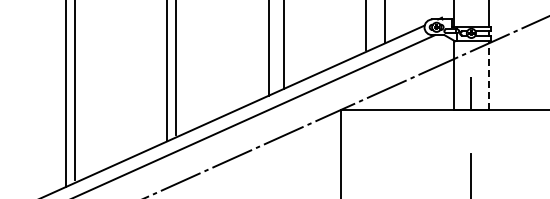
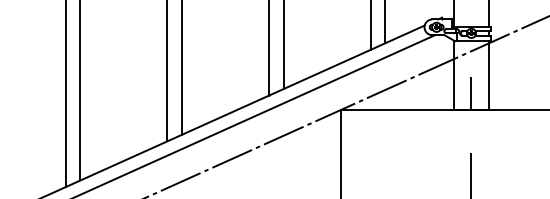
line at (365, 25) position: (365, 25) -> (370, 25)
line at (175, 68) position: (175, 68) -> (181, 68)
line at (489, 75): dashed -> solid
line at (75, 91) position: (75, 91) -> (80, 91)
